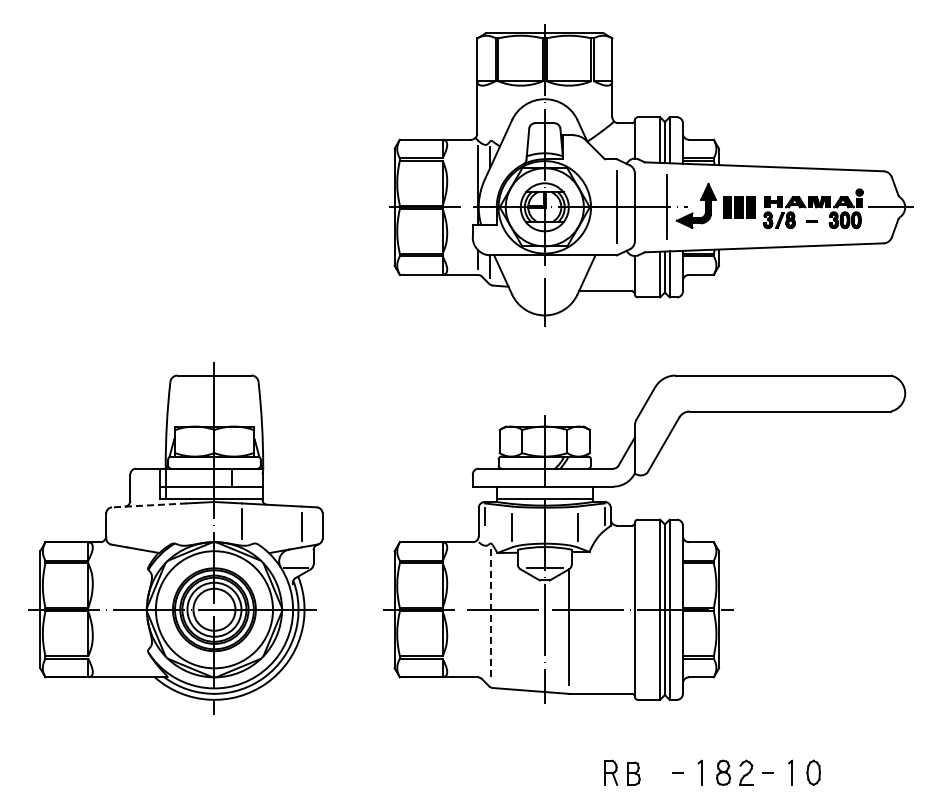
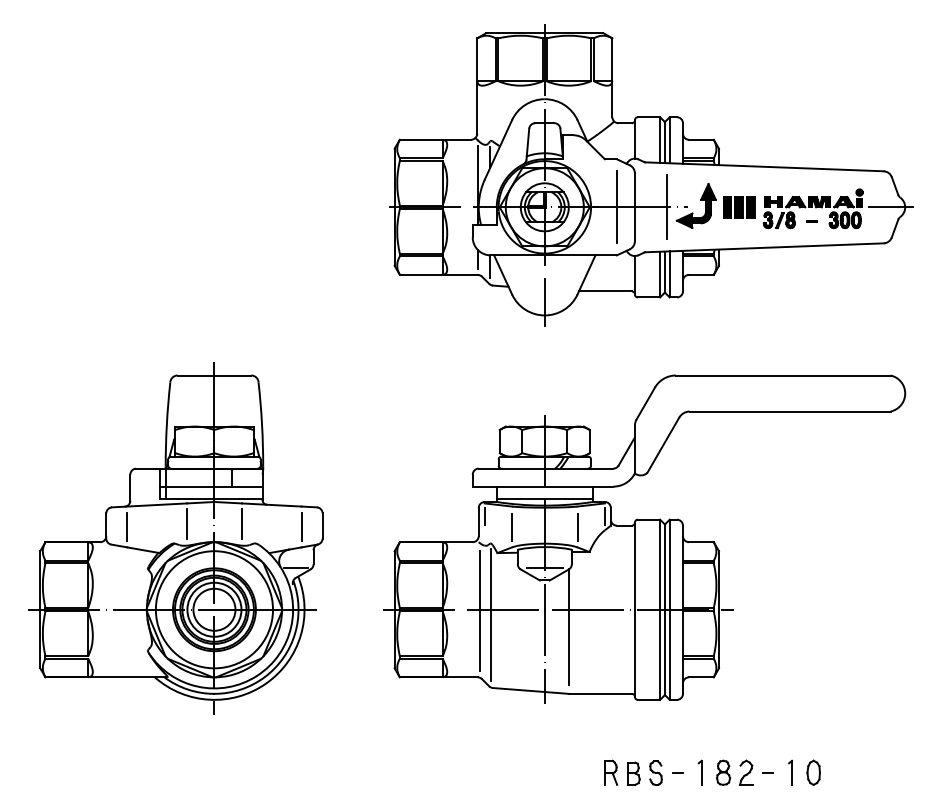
line at (148, 505): dashed -> solid
line at (186, 524): none -> present
line at (127, 526): none -> present
line at (480, 610): none -> present
line at (490, 615): dashed -> solid
part at (655, 772): none -> present
